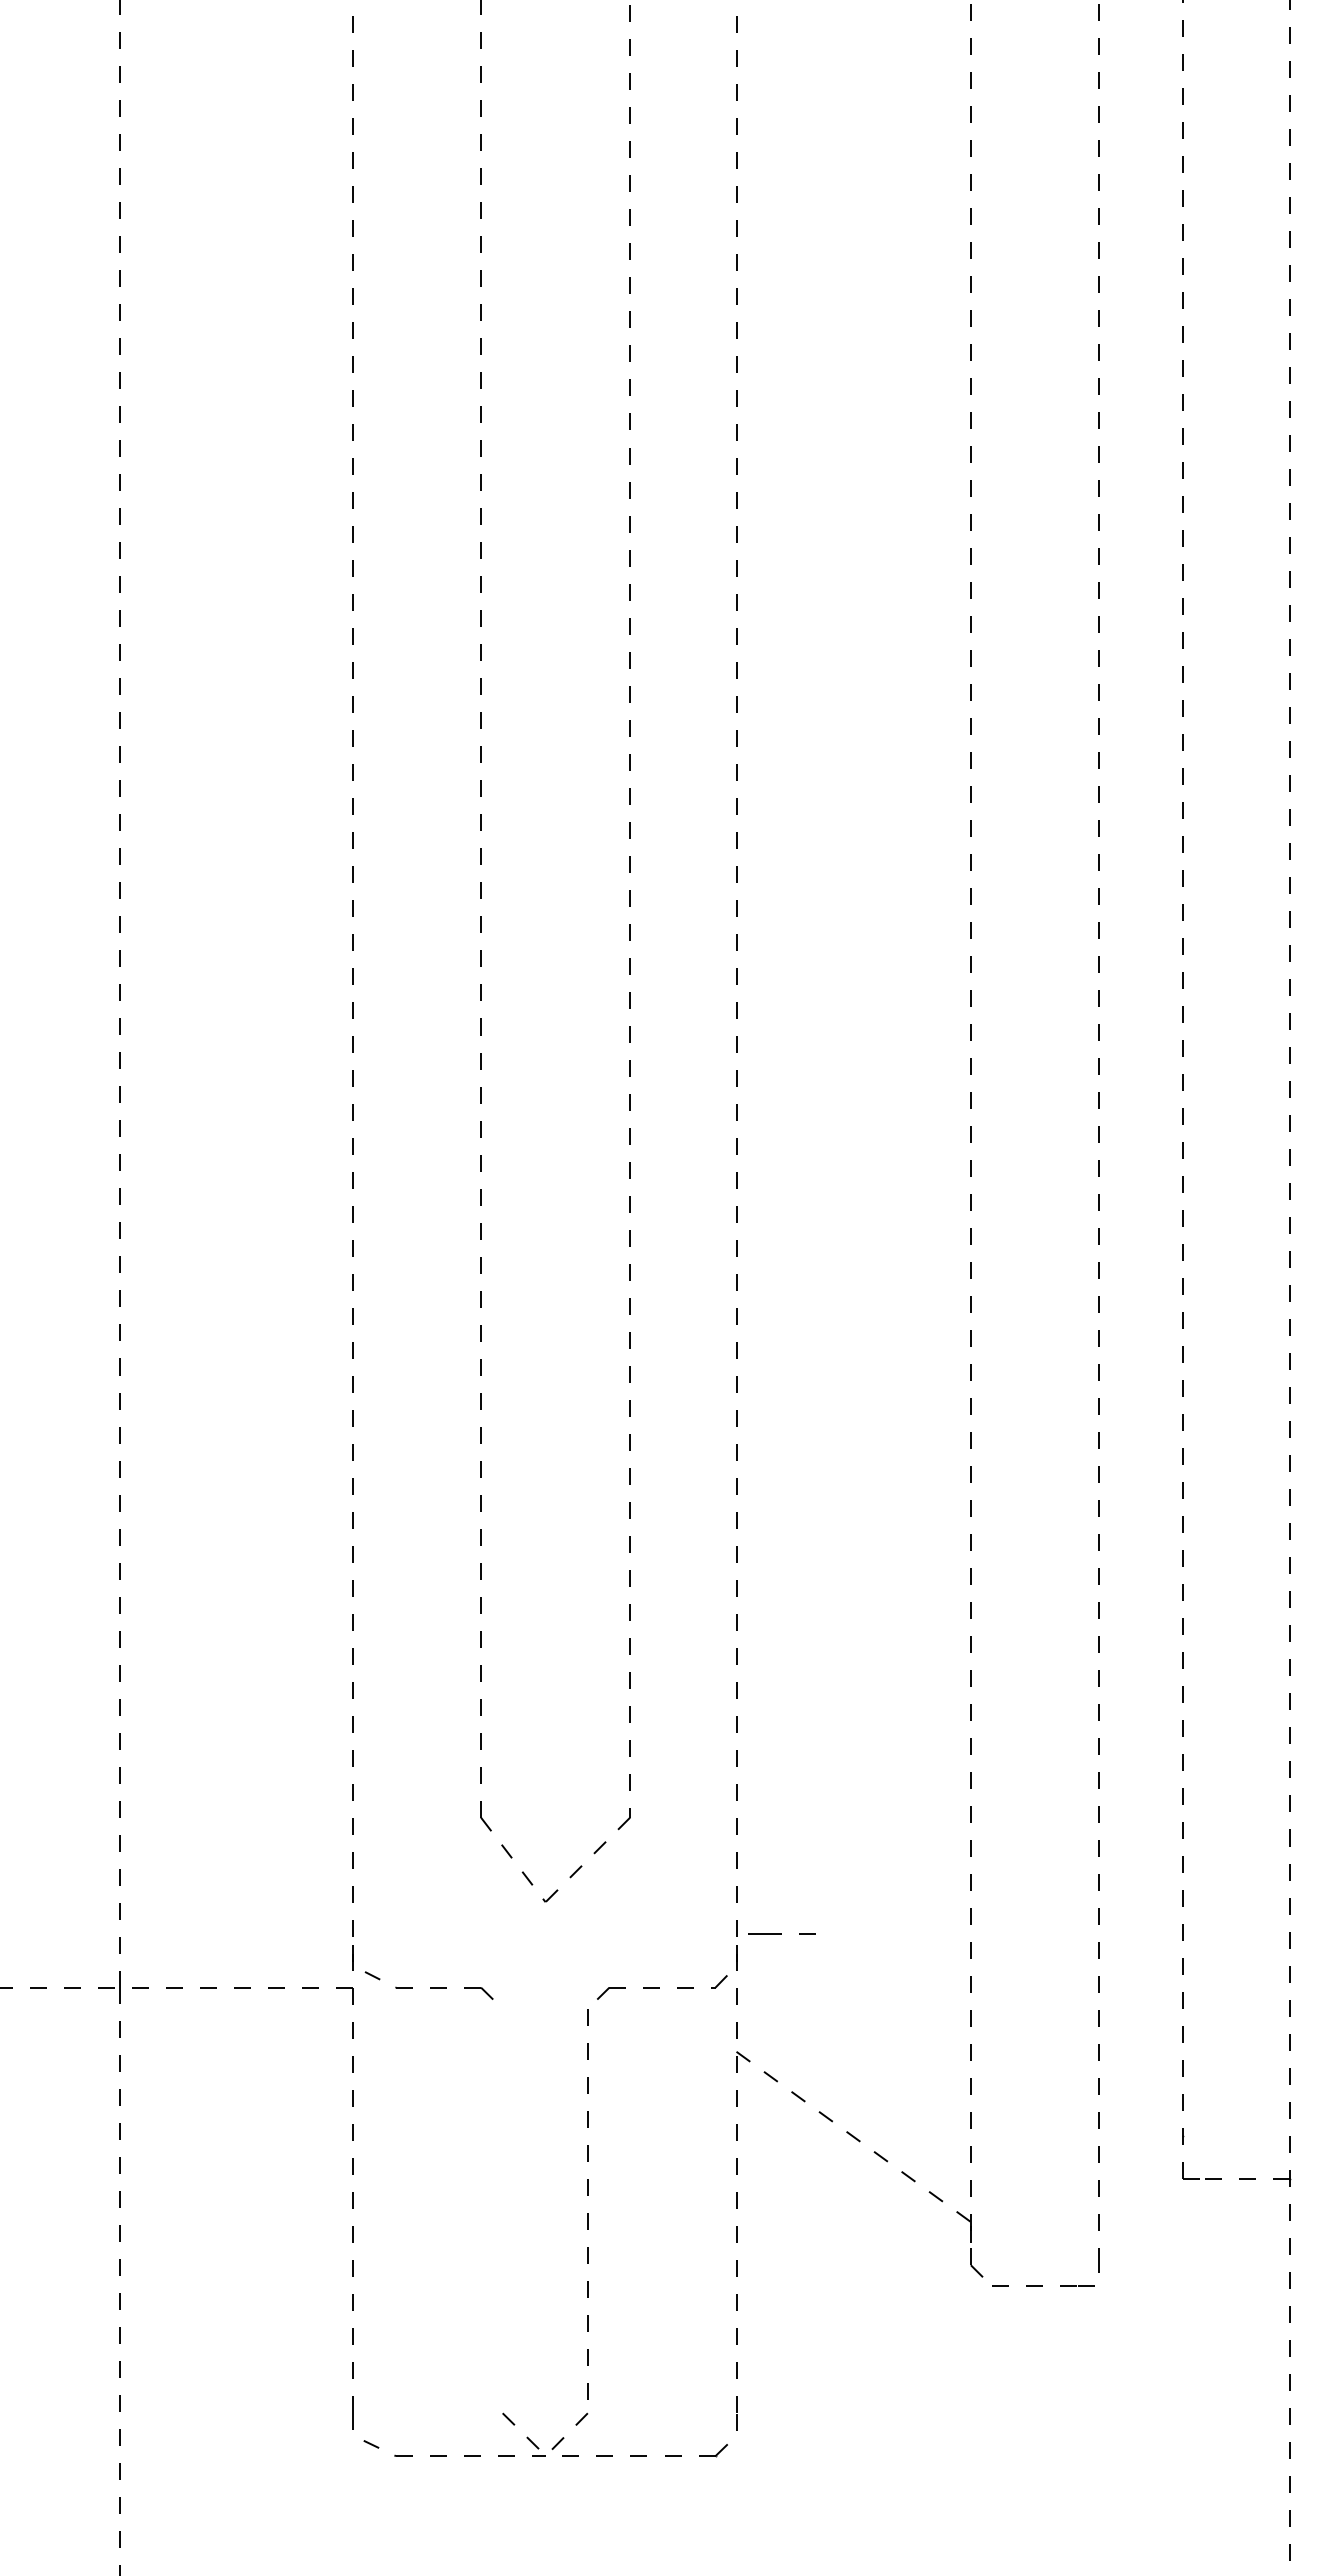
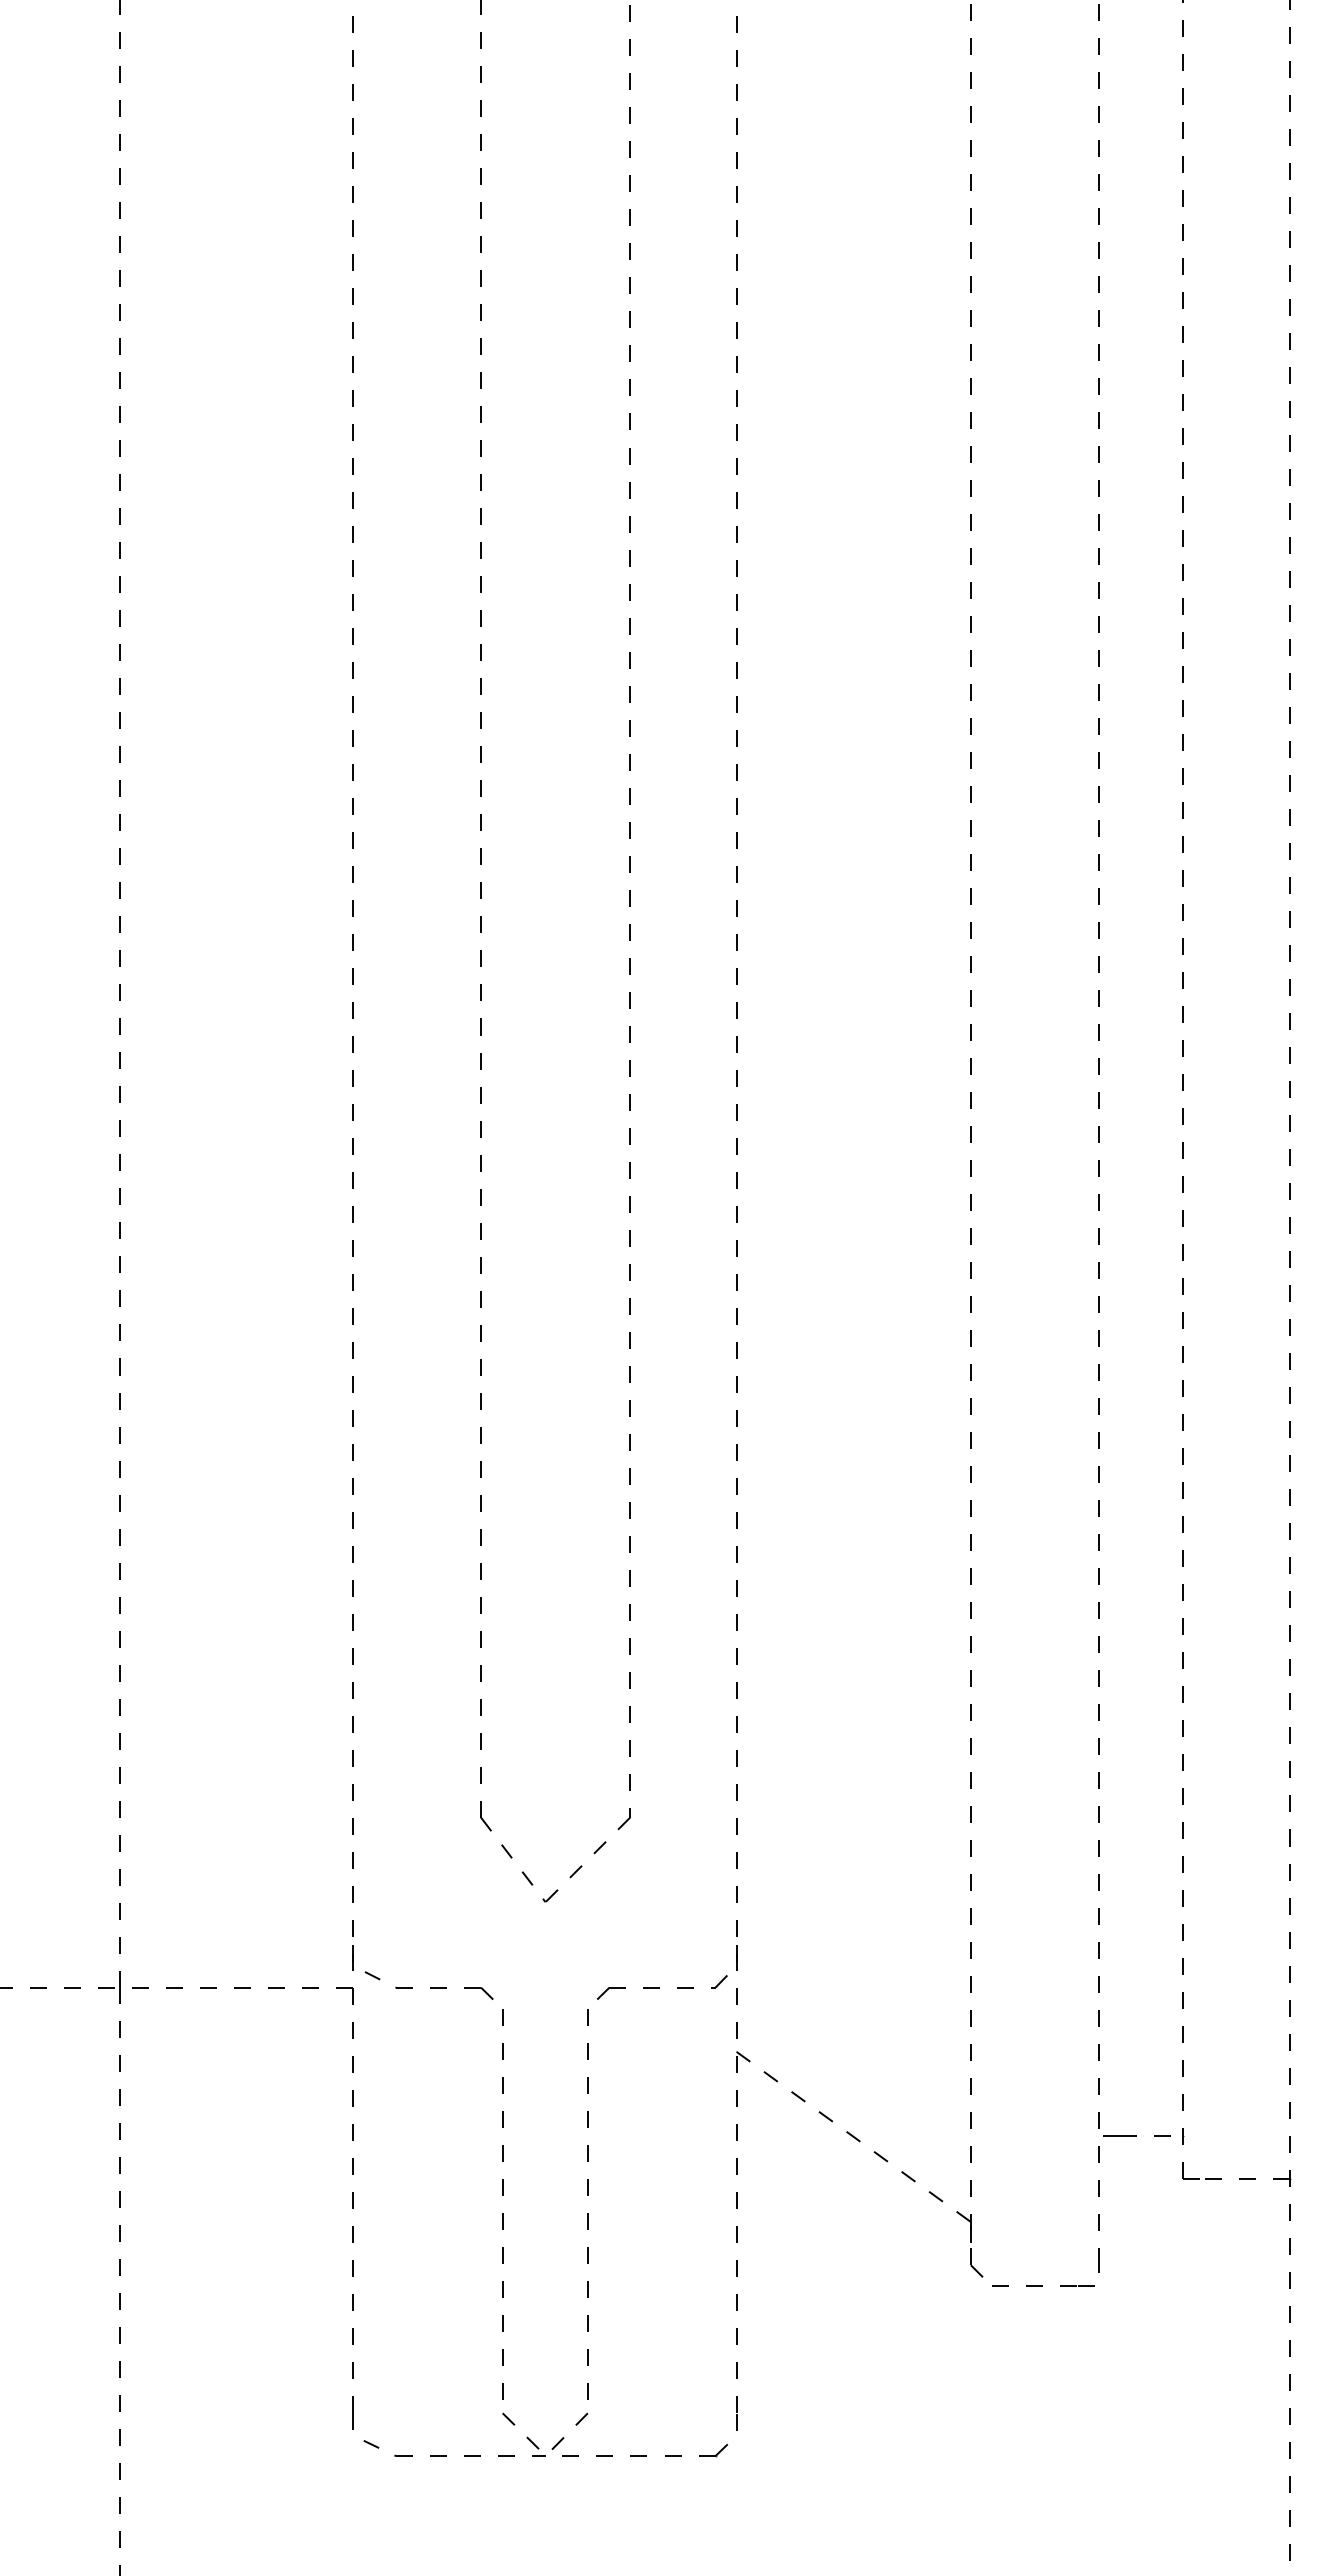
line at (781, 1933) position: (781, 1933) -> (1136, 2135)
line at (502, 2195): none -> present
